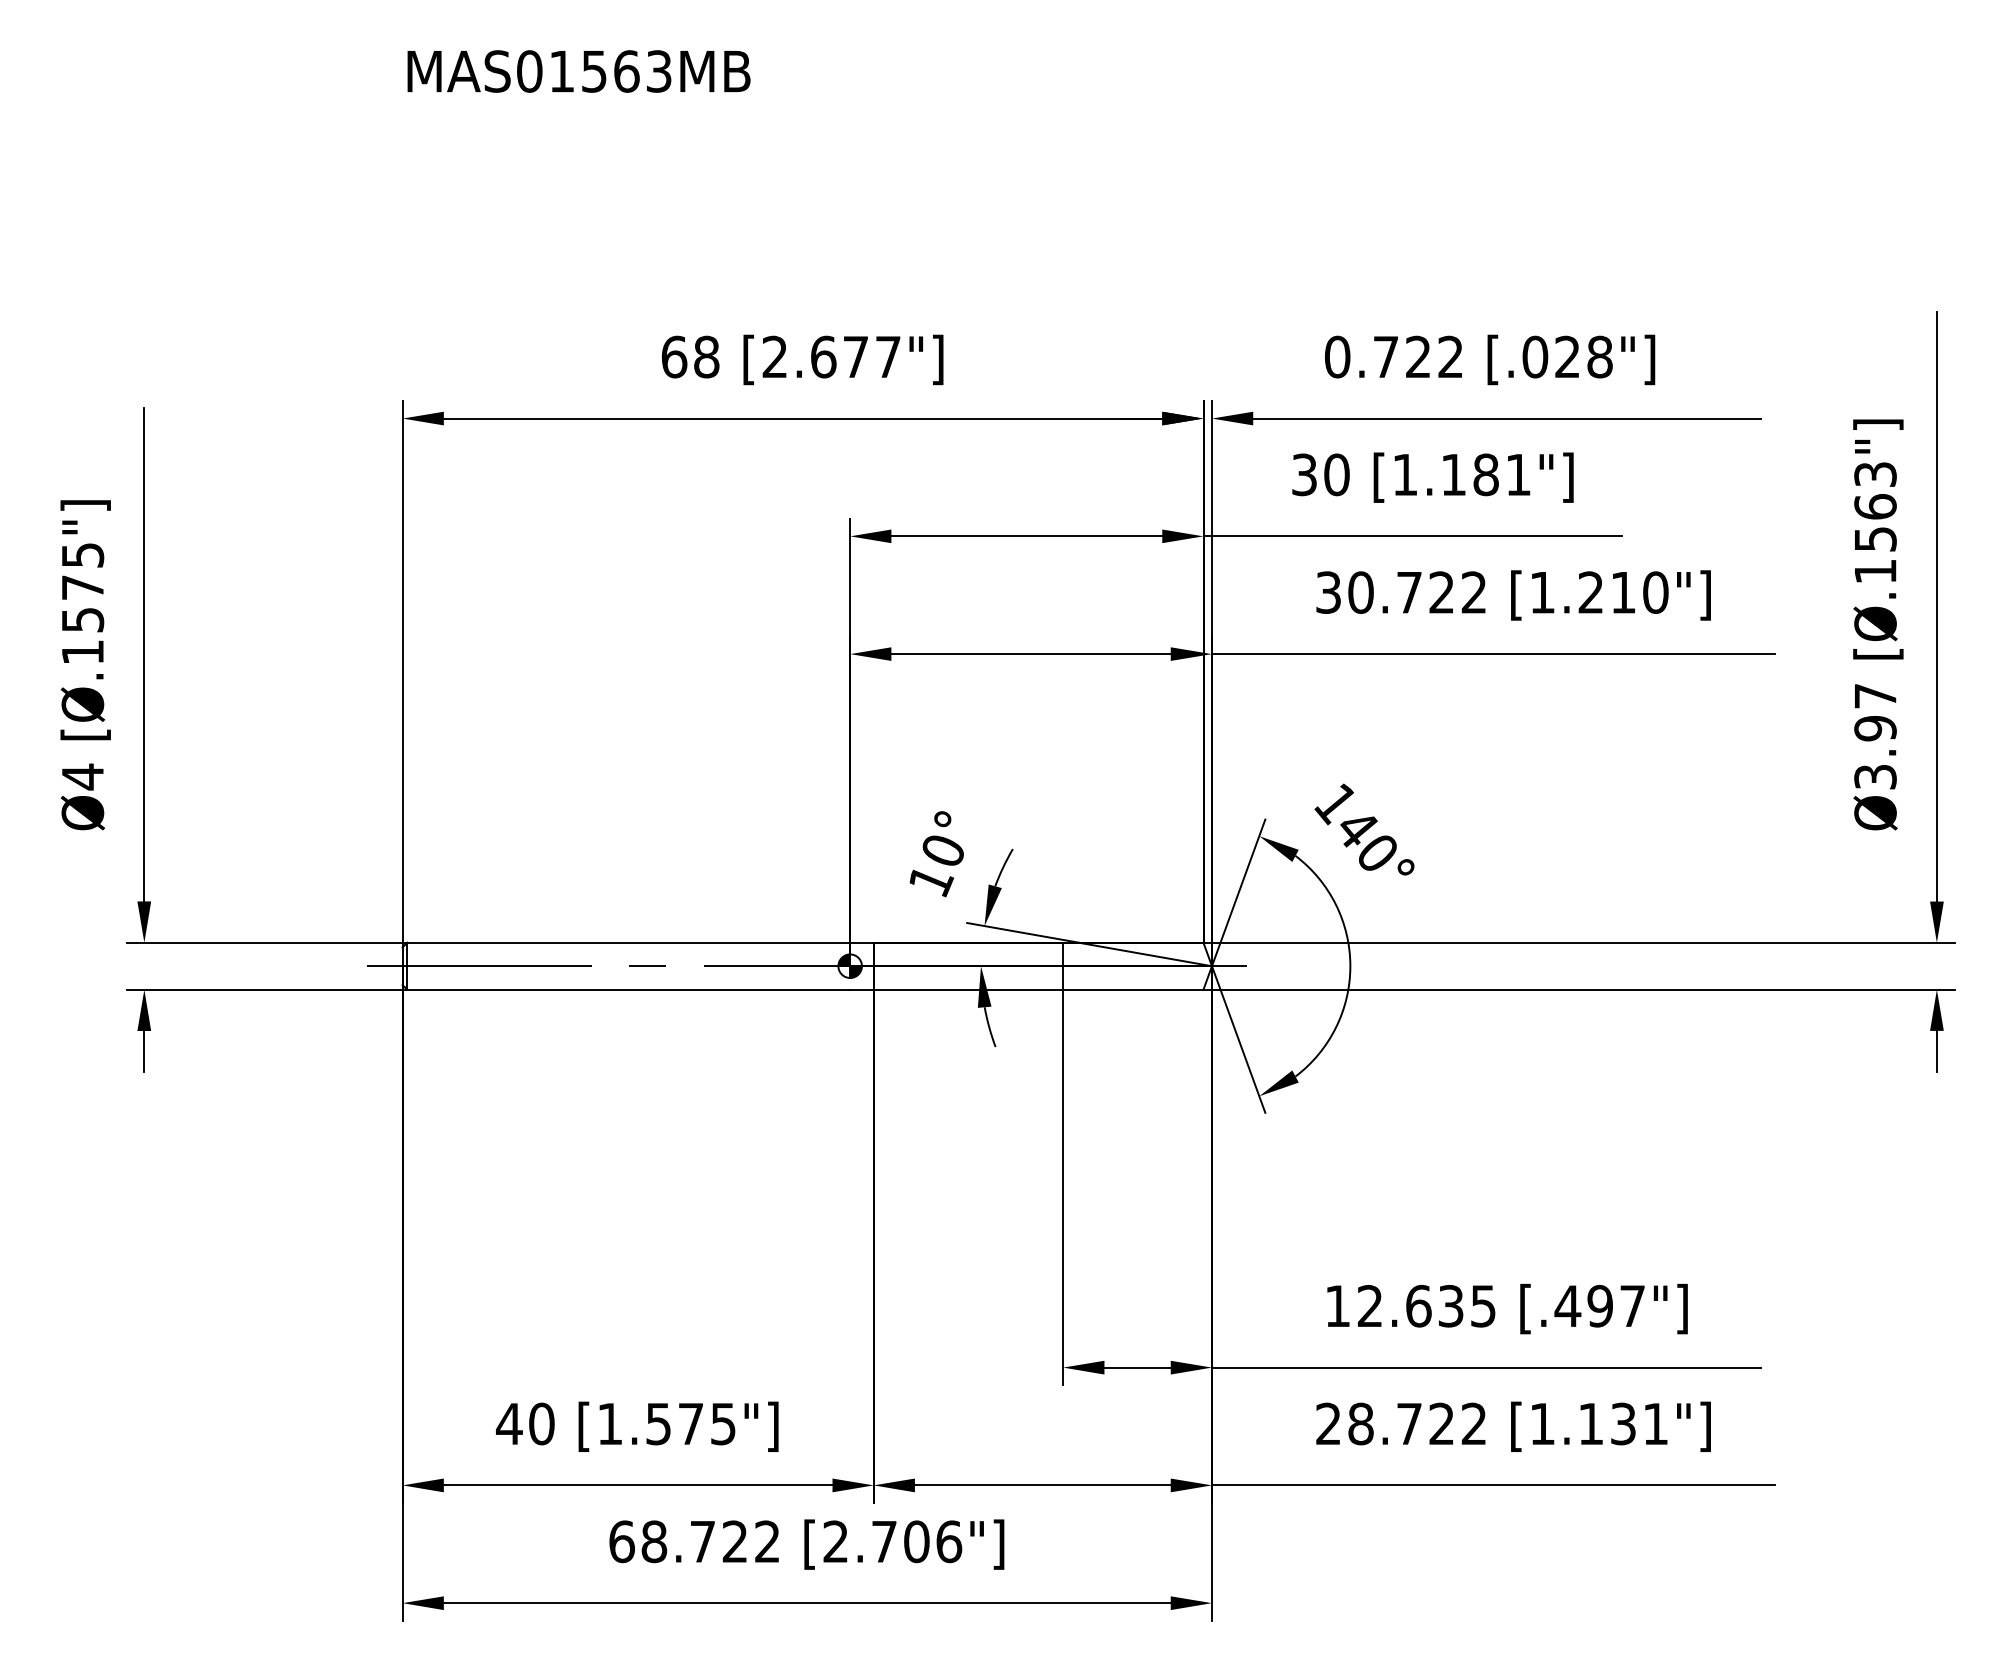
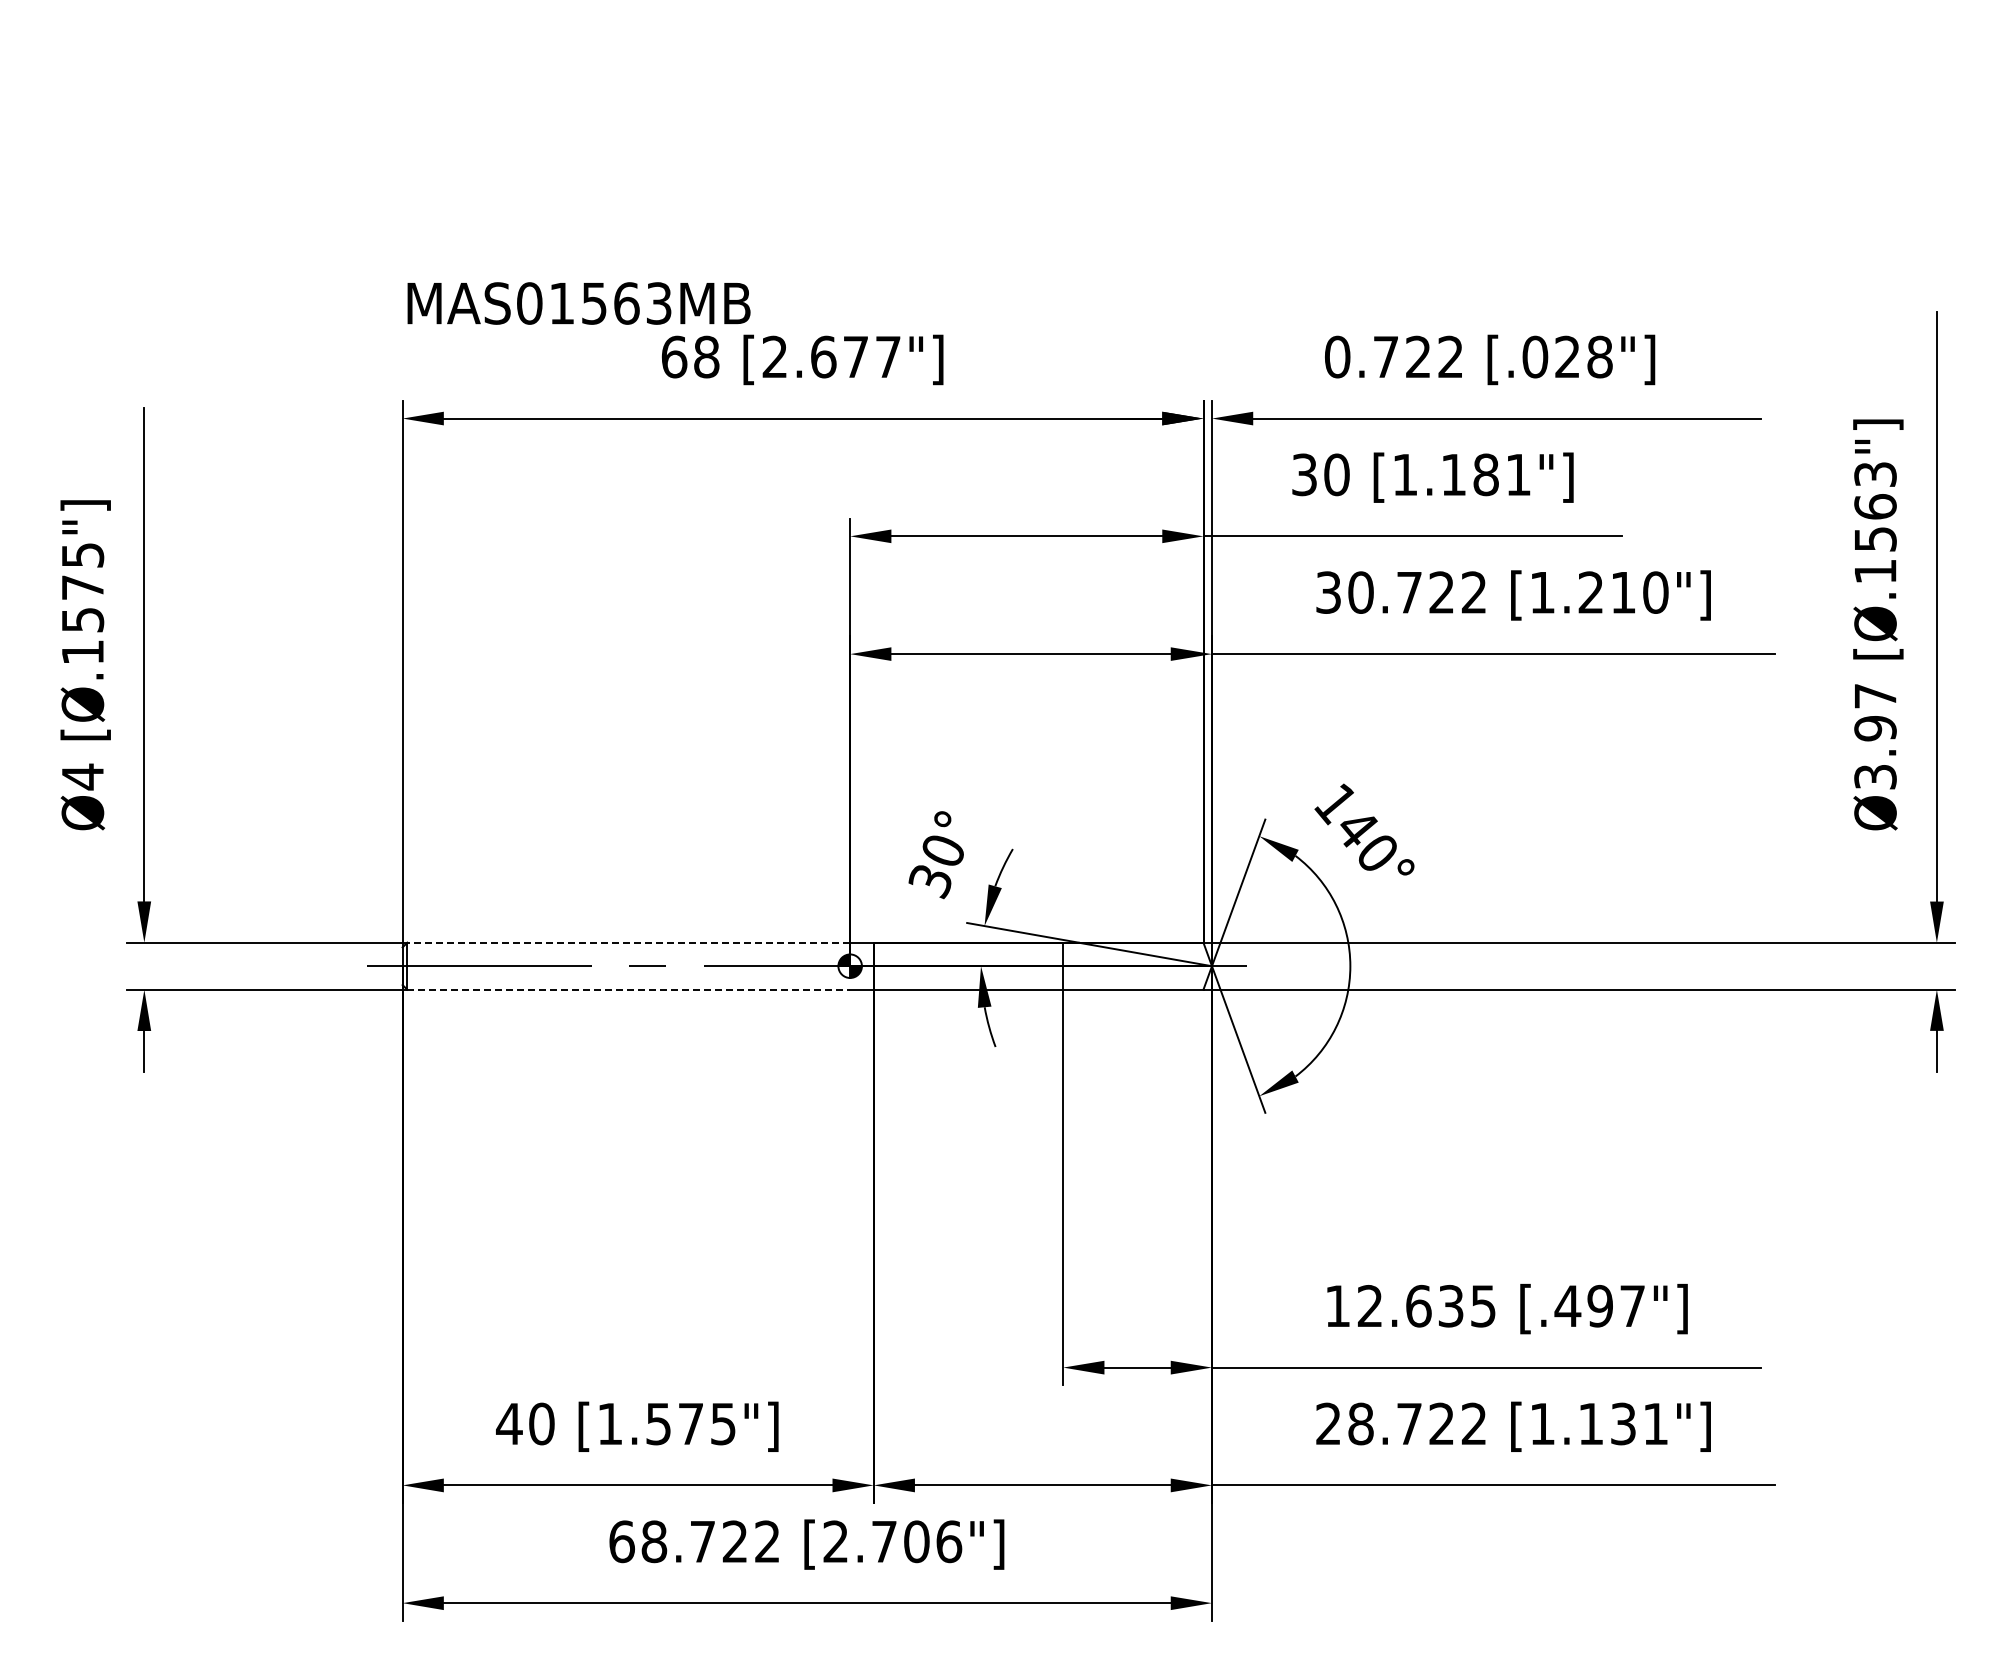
text at (578, 71) position: (578, 71) -> (578, 303)
text at (931, 882): 10° -> 30°
line at (628, 942): solid -> dashed
line at (629, 989): solid -> dashed
